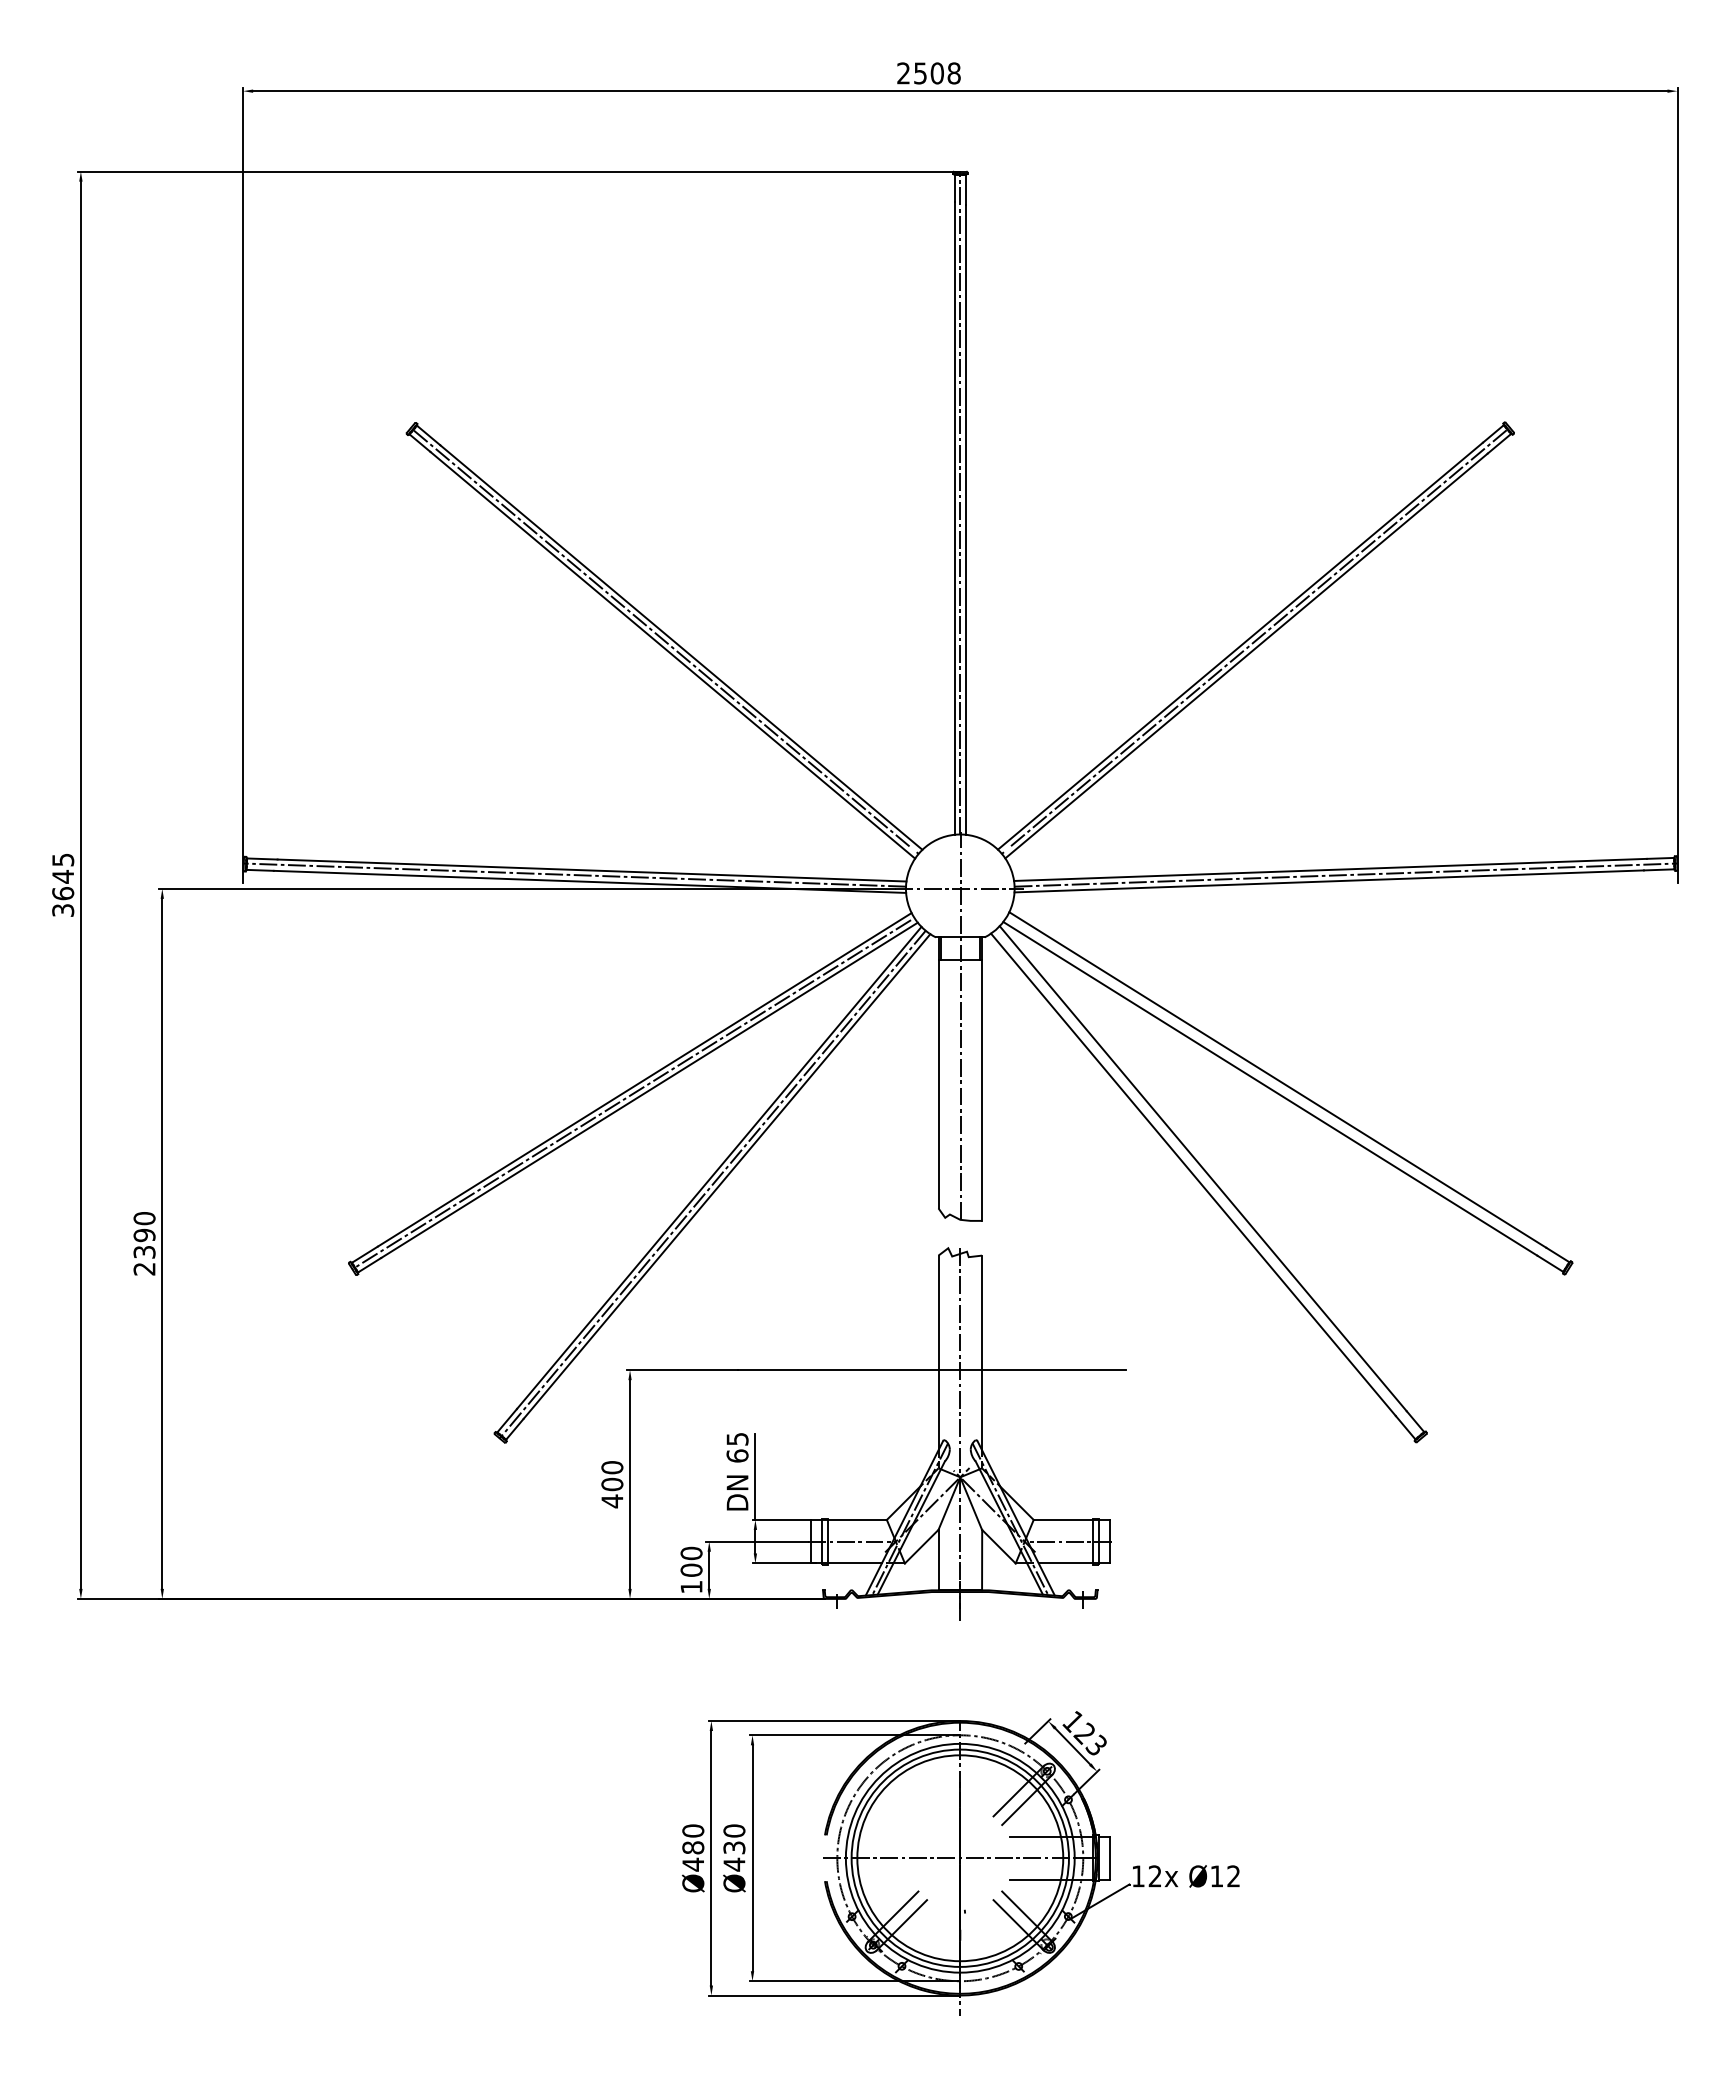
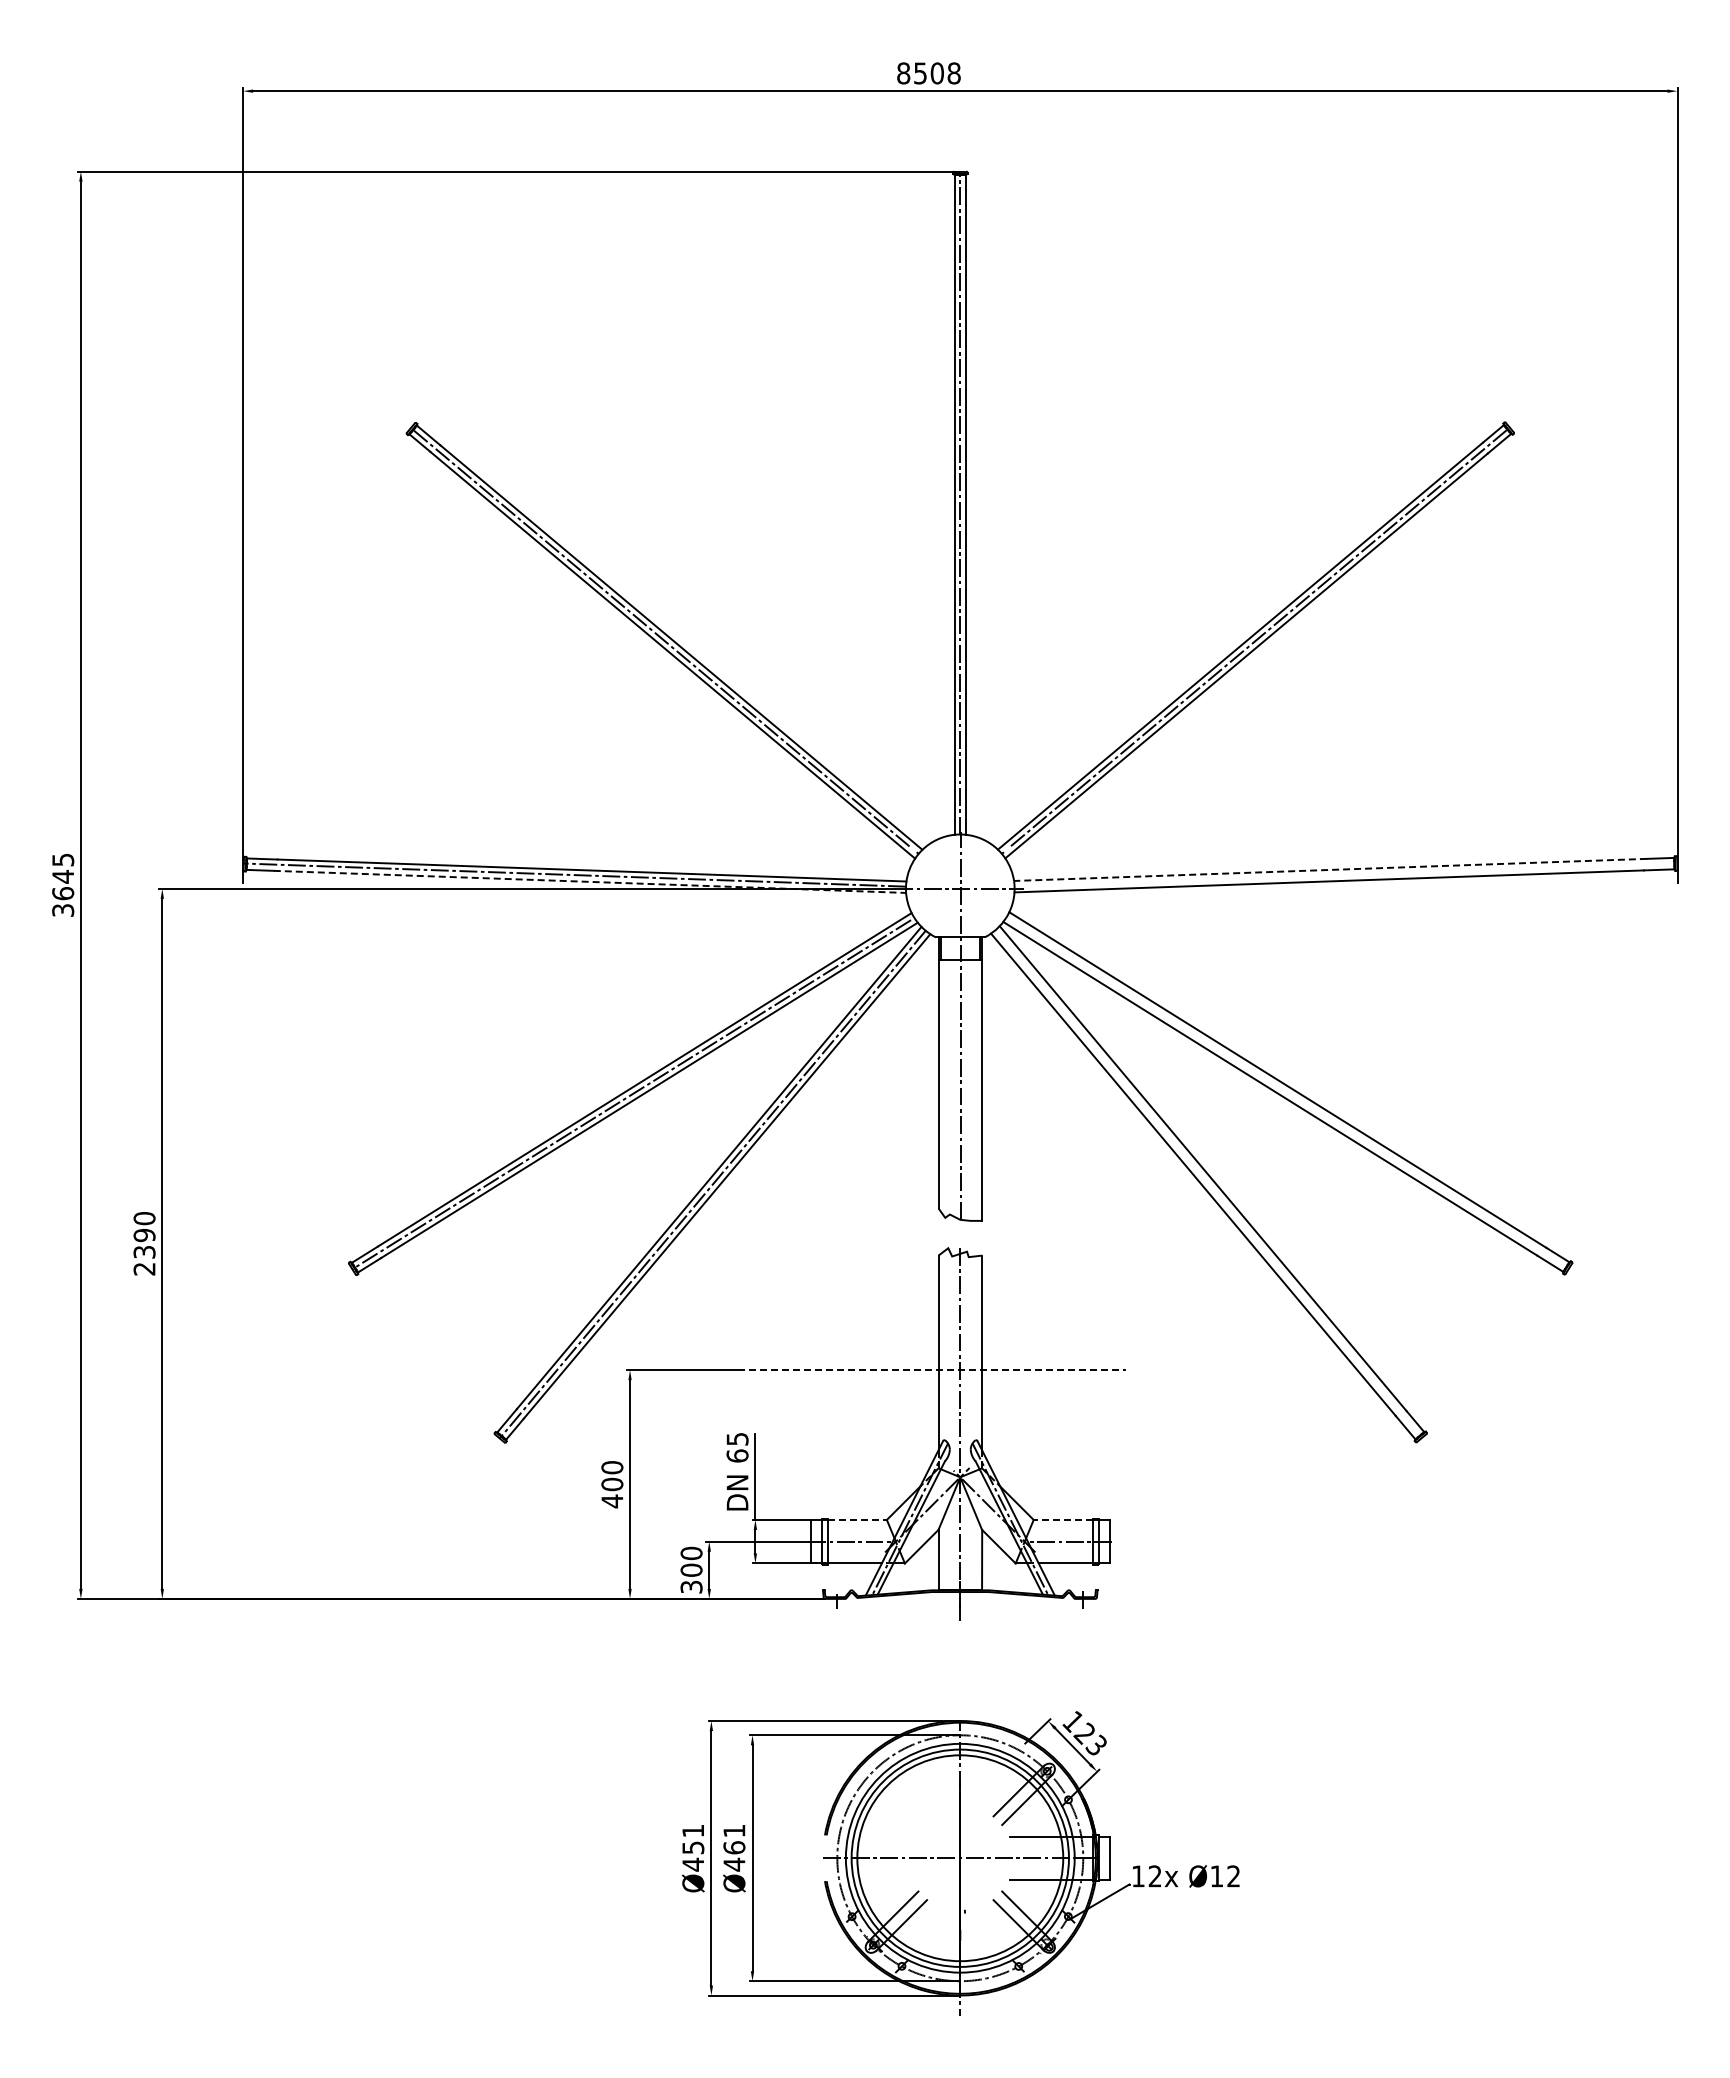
text at (903, 73): 2508 -> 8508
line at (1330, 869): solid -> dashed
line at (1345, 874): present -> none
line at (590, 881): solid -> dashed
line at (932, 1370): solid -> dashed
line at (857, 1519): solid -> dashed
line at (1063, 1519): solid -> dashed
text at (691, 1586): 100 -> 300
text at (693, 1839): Ø480 -> Ø451
text at (734, 1839): Ø430 -> Ø461
